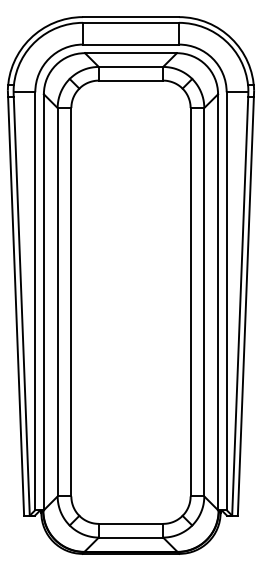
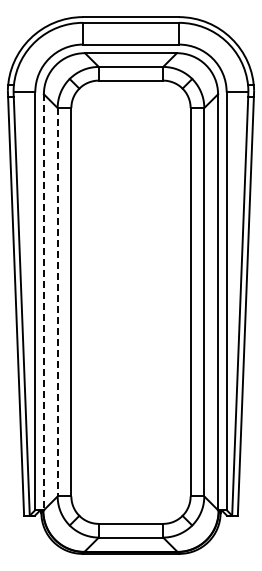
line at (43, 302): solid -> dashed
line at (57, 302): solid -> dashed
